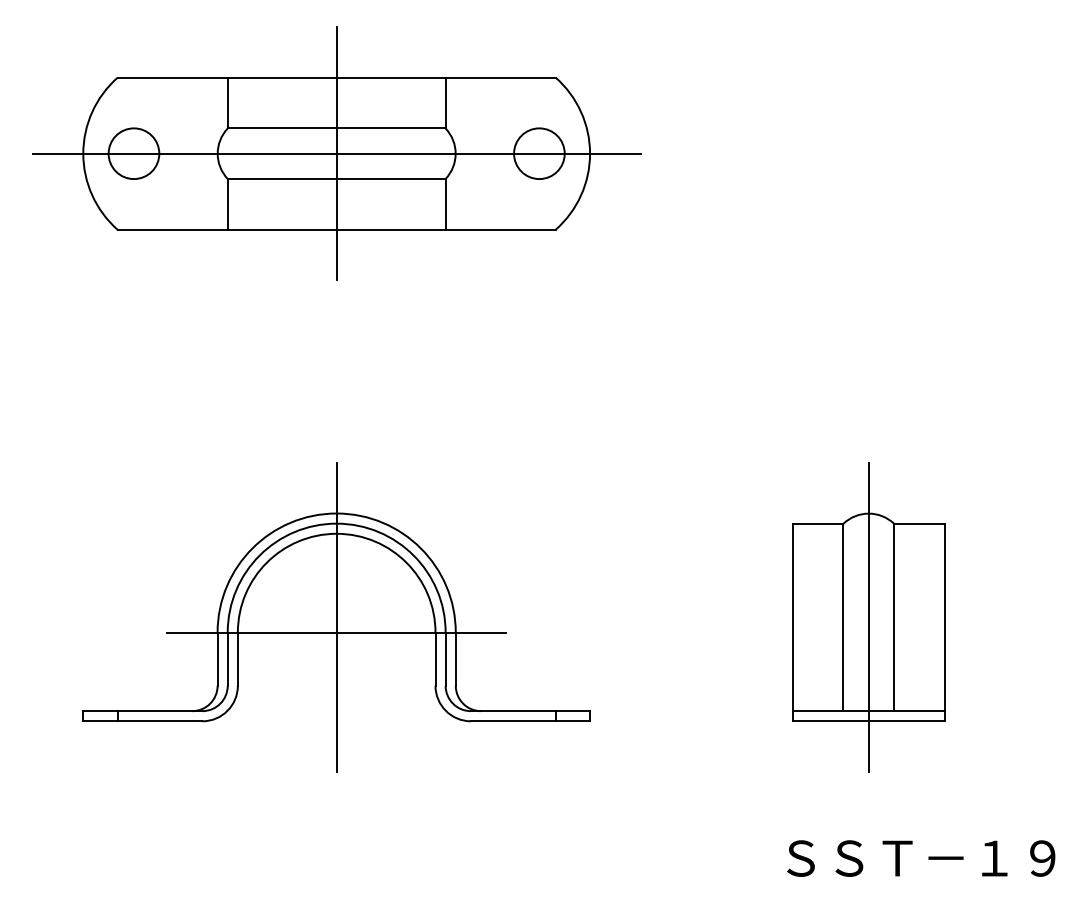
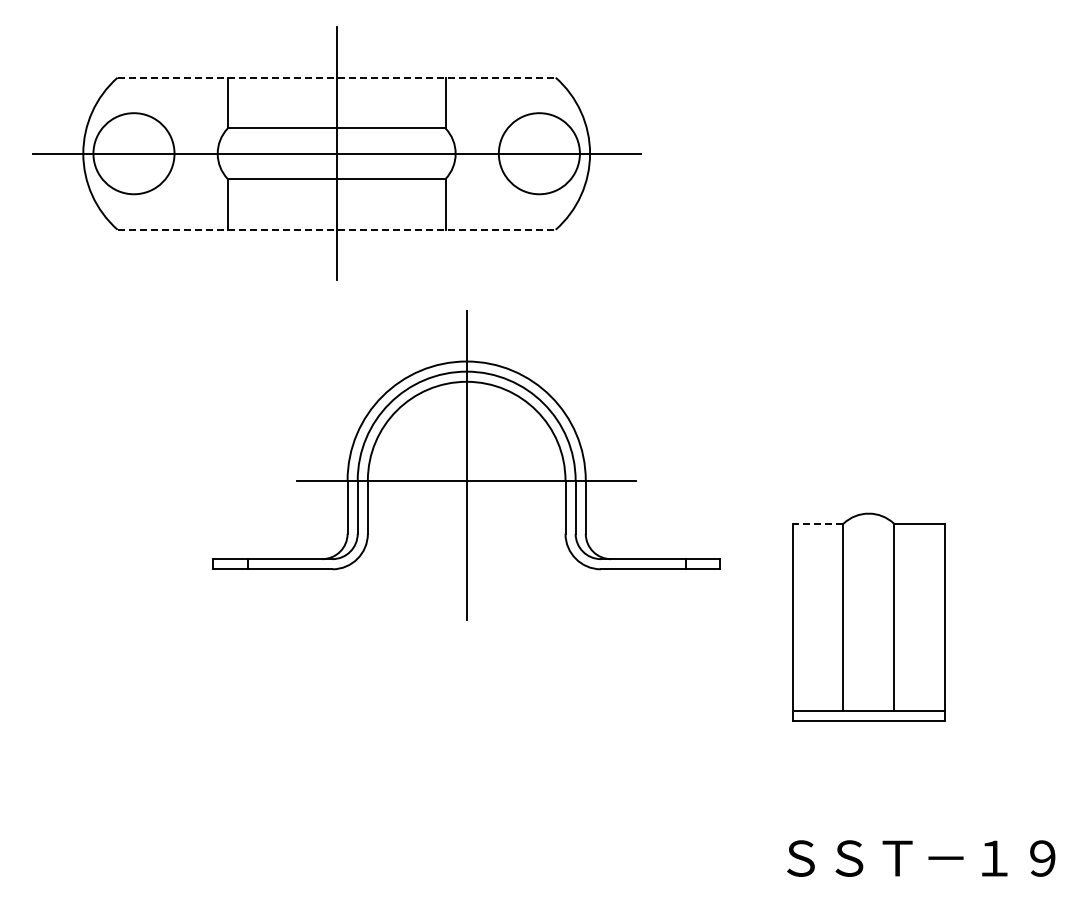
line at (337, 77): solid -> dashed
circle at (133, 153) diameter: 51 px -> 81 px
circle at (539, 153) diameter: 51 px -> 81 px
line at (337, 229): solid -> dashed
line at (817, 523): solid -> dashed
line at (868, 616): present -> none
part at (336, 617) position: (336, 617) -> (466, 465)
